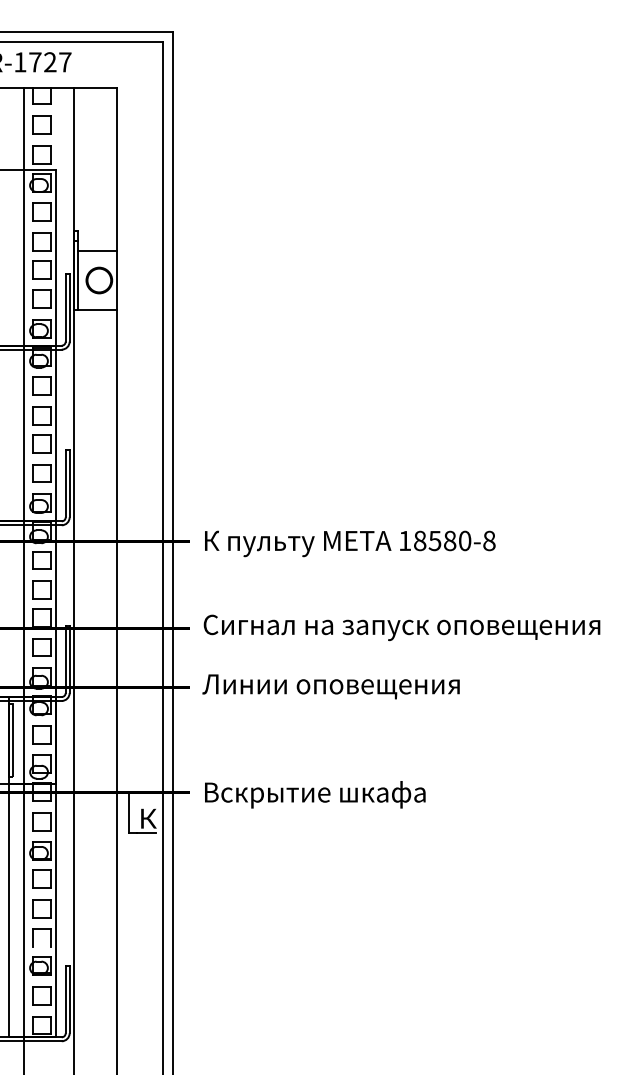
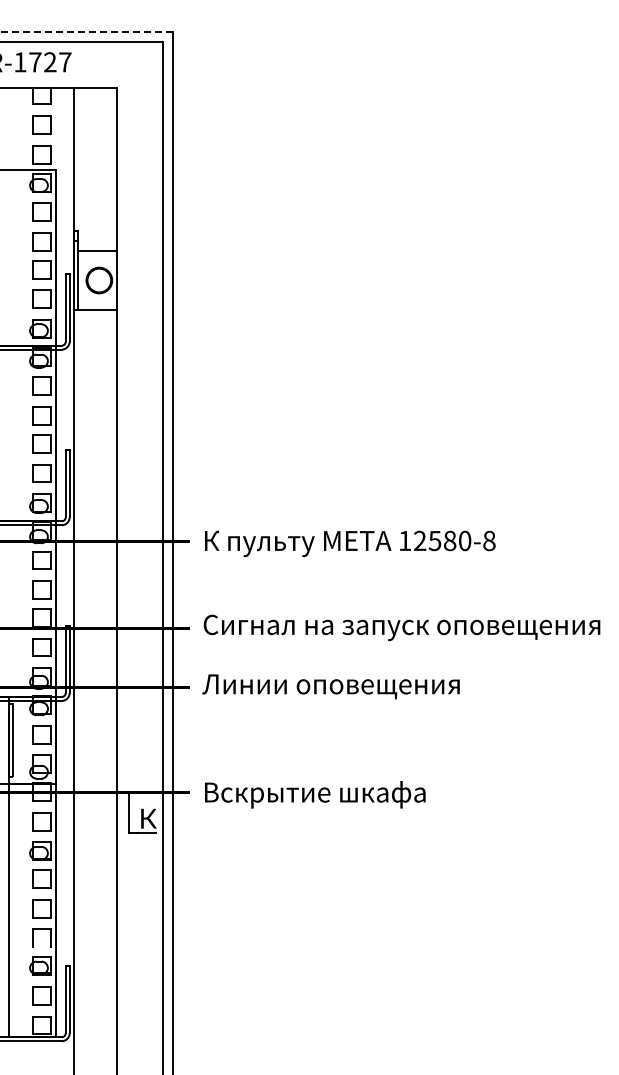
line at (86, 32): solid -> dashed
text at (420, 540): 18580-8 -> 12580-8
line at (24, 579): present -> none
